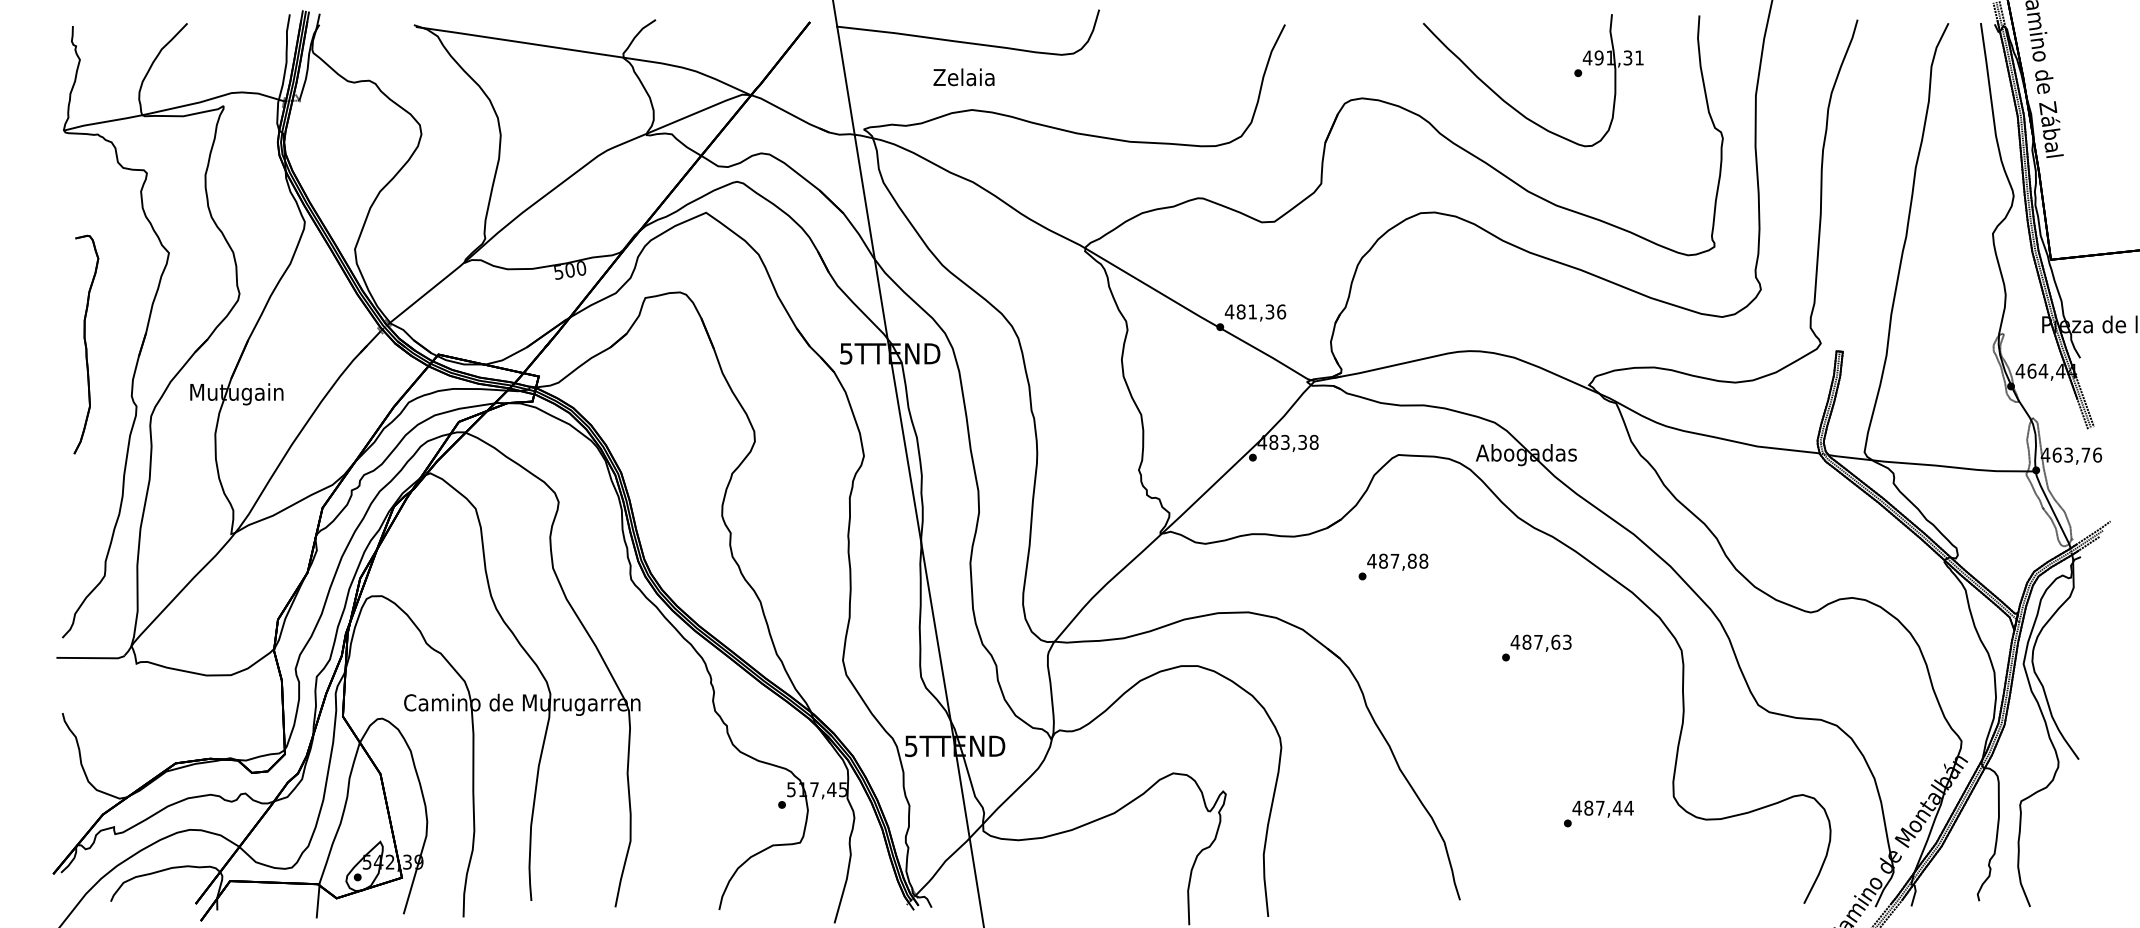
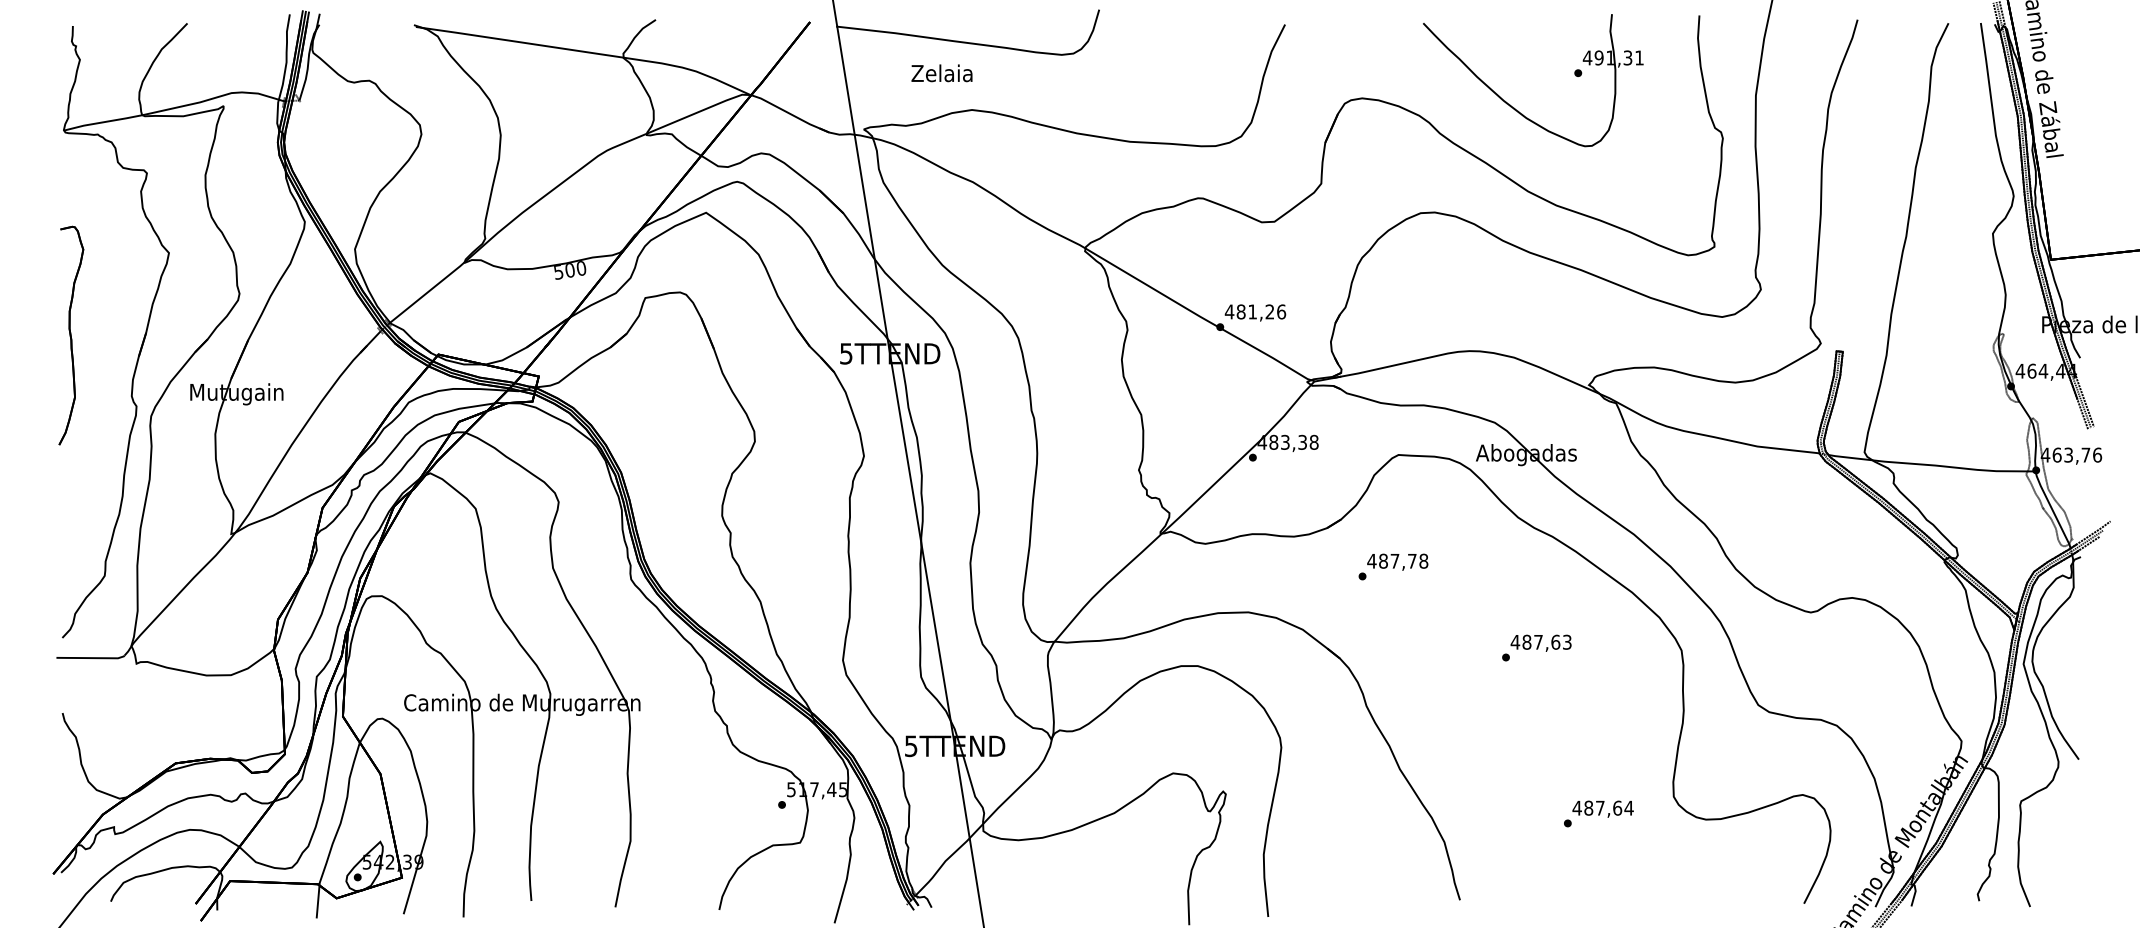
text at (963, 77) position: (963, 77) -> (941, 73)
text at (1269, 311): 481,36 -> 481,26
part at (86, 344) position: (86, 344) -> (71, 335)
text at (1411, 560): 487,88 -> 487,78
text at (1617, 807): 487,44 -> 487,64
